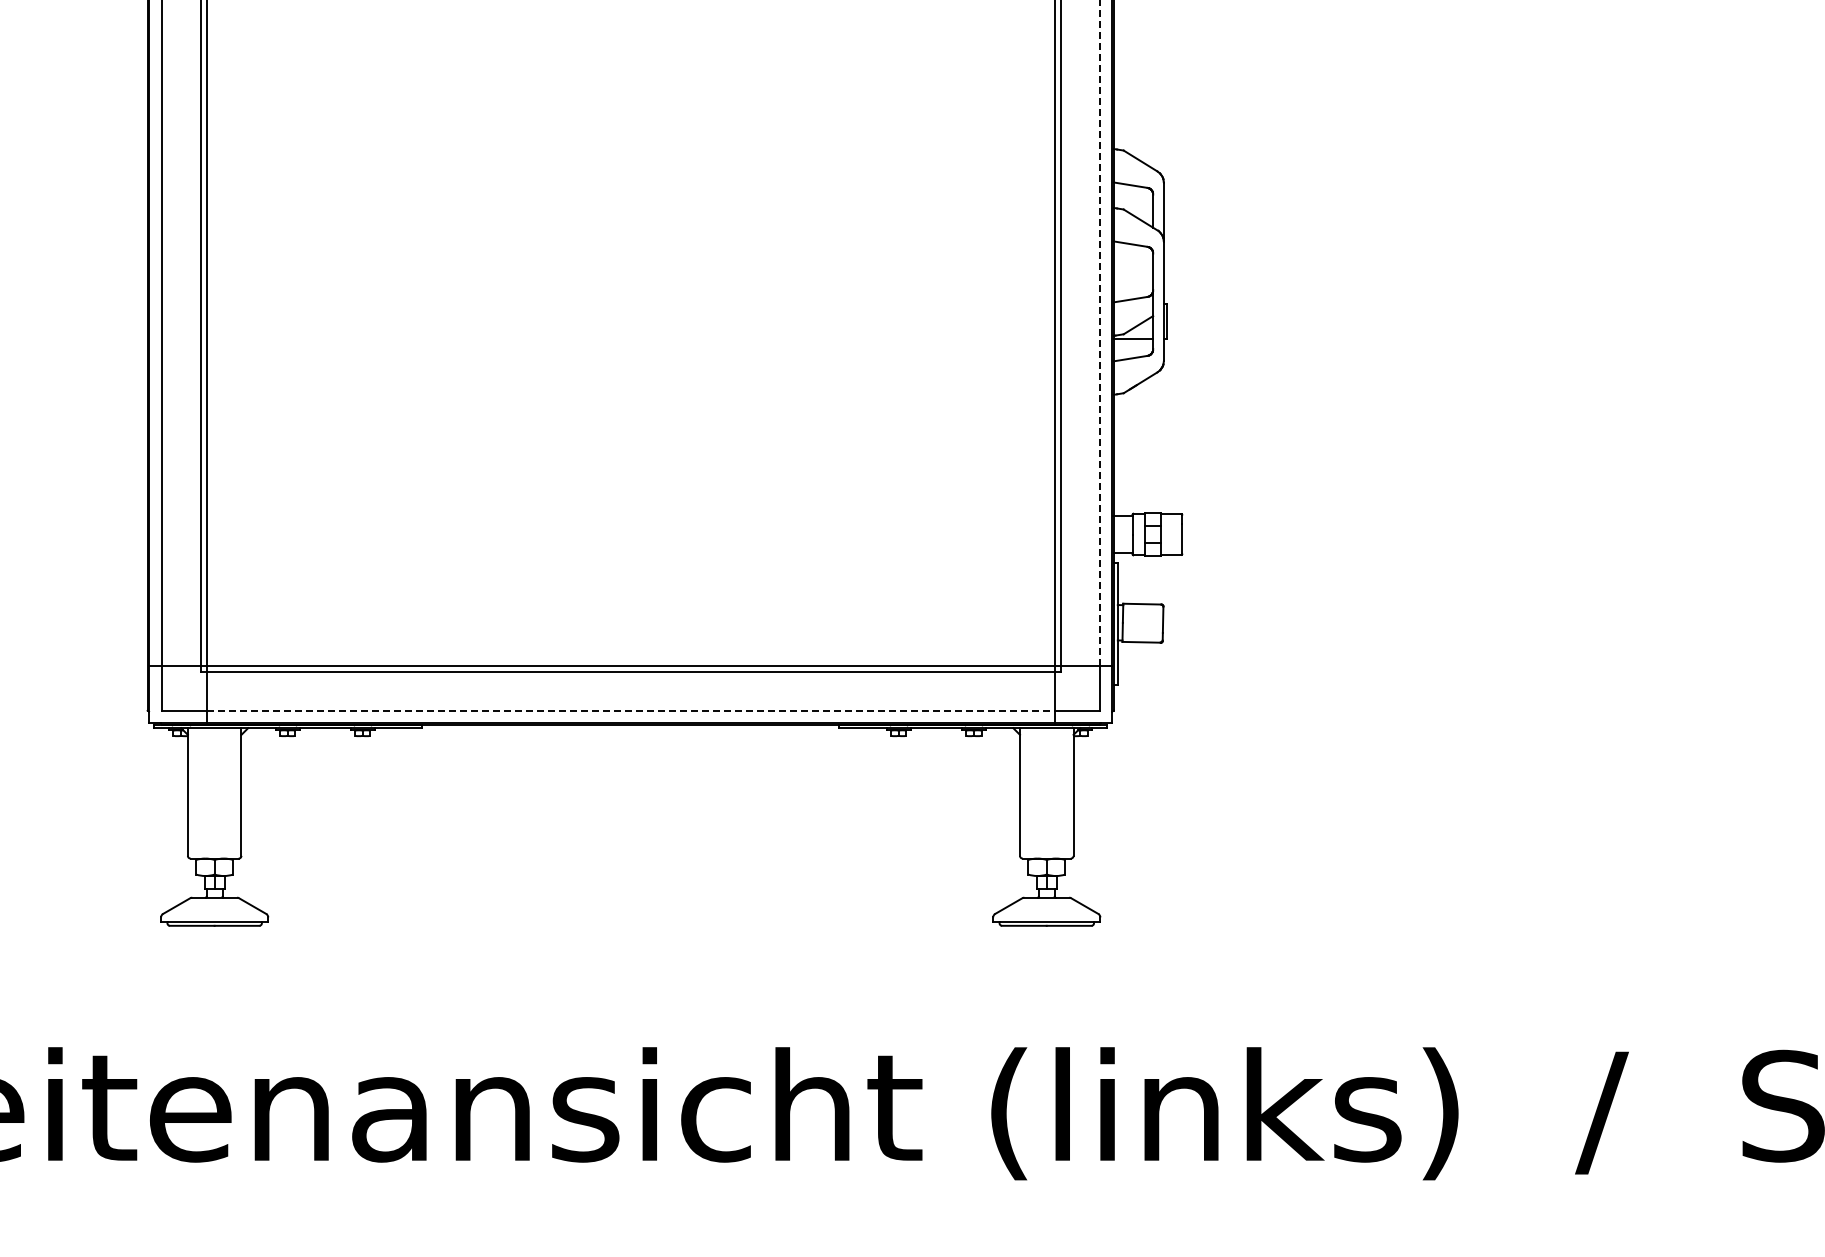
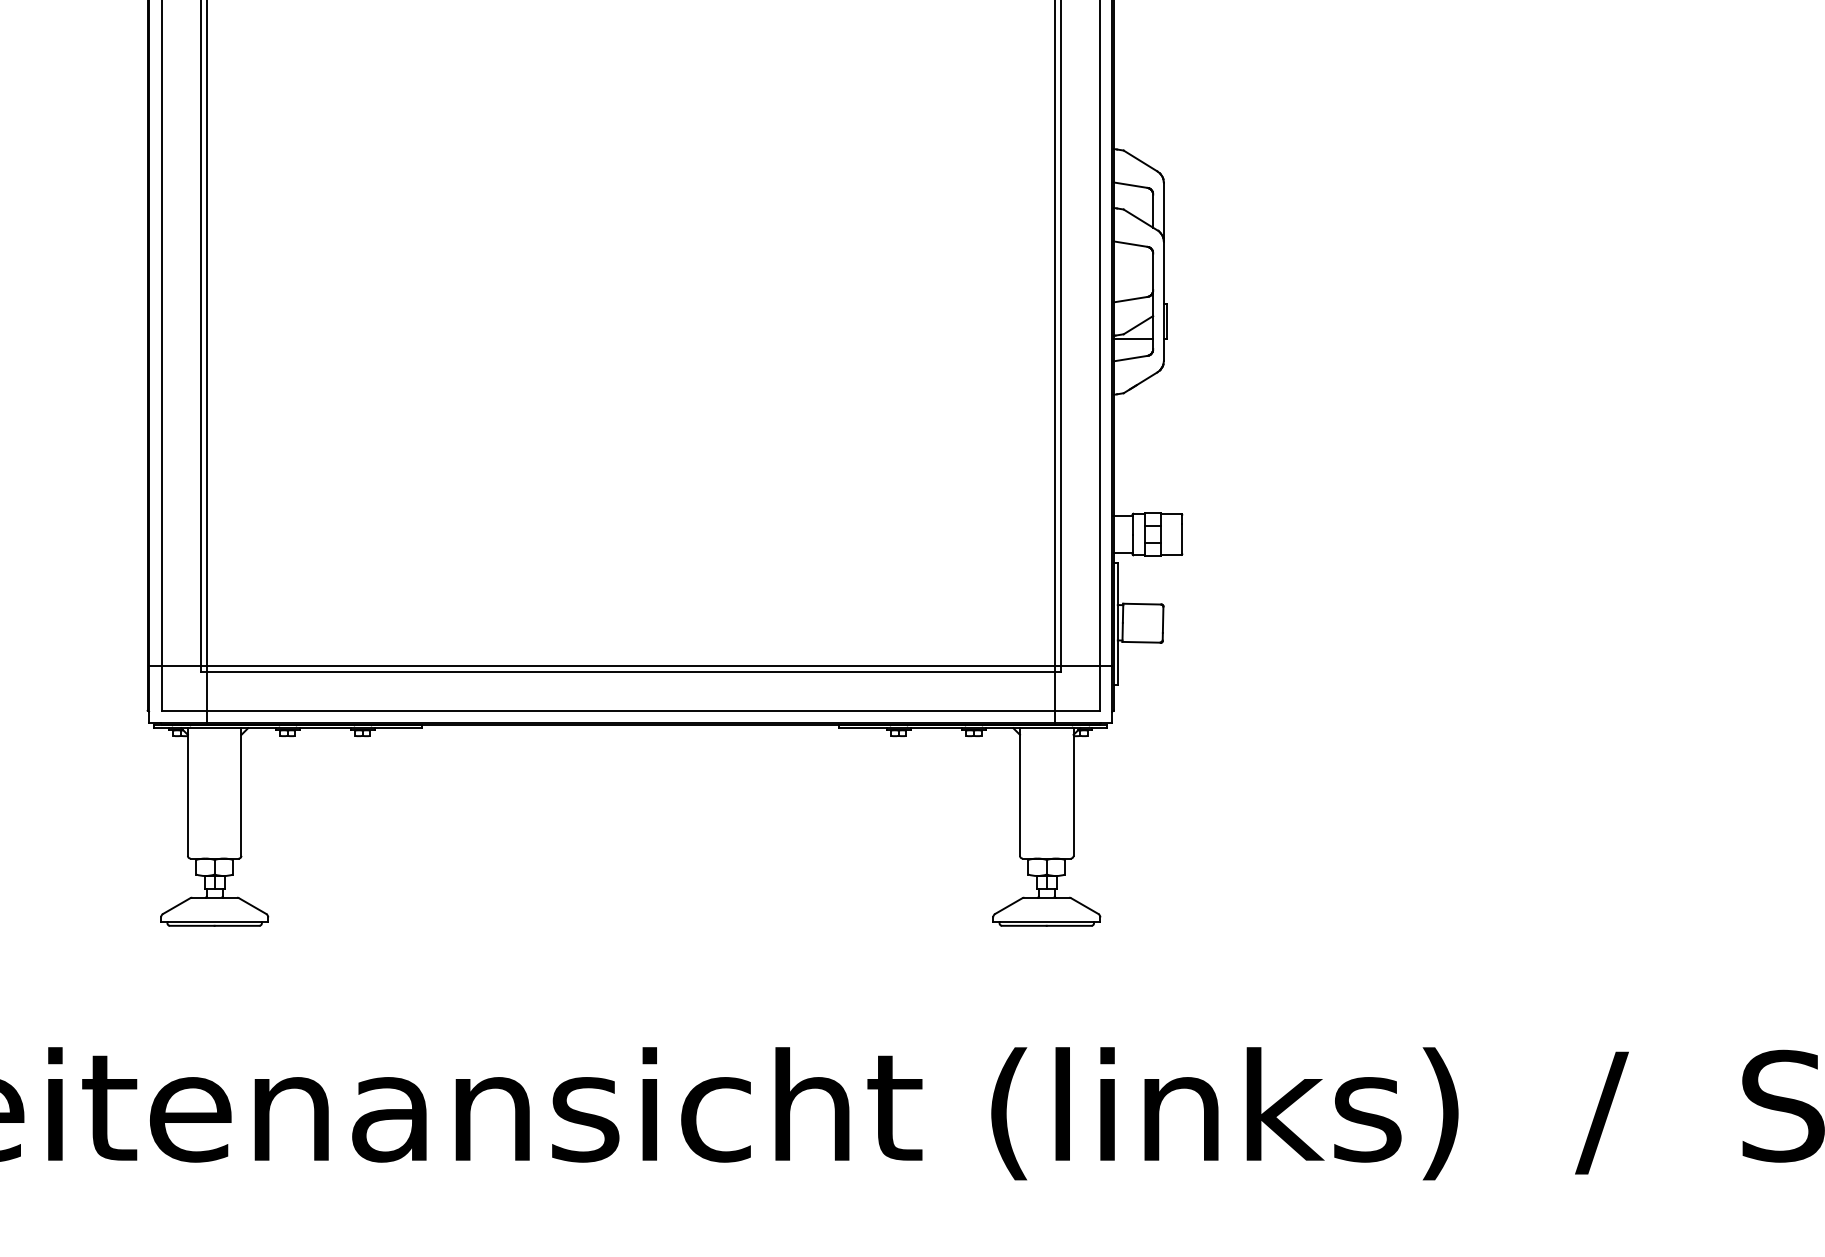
line at (1099, 332): dashed -> solid
line at (630, 710): dashed -> solid
